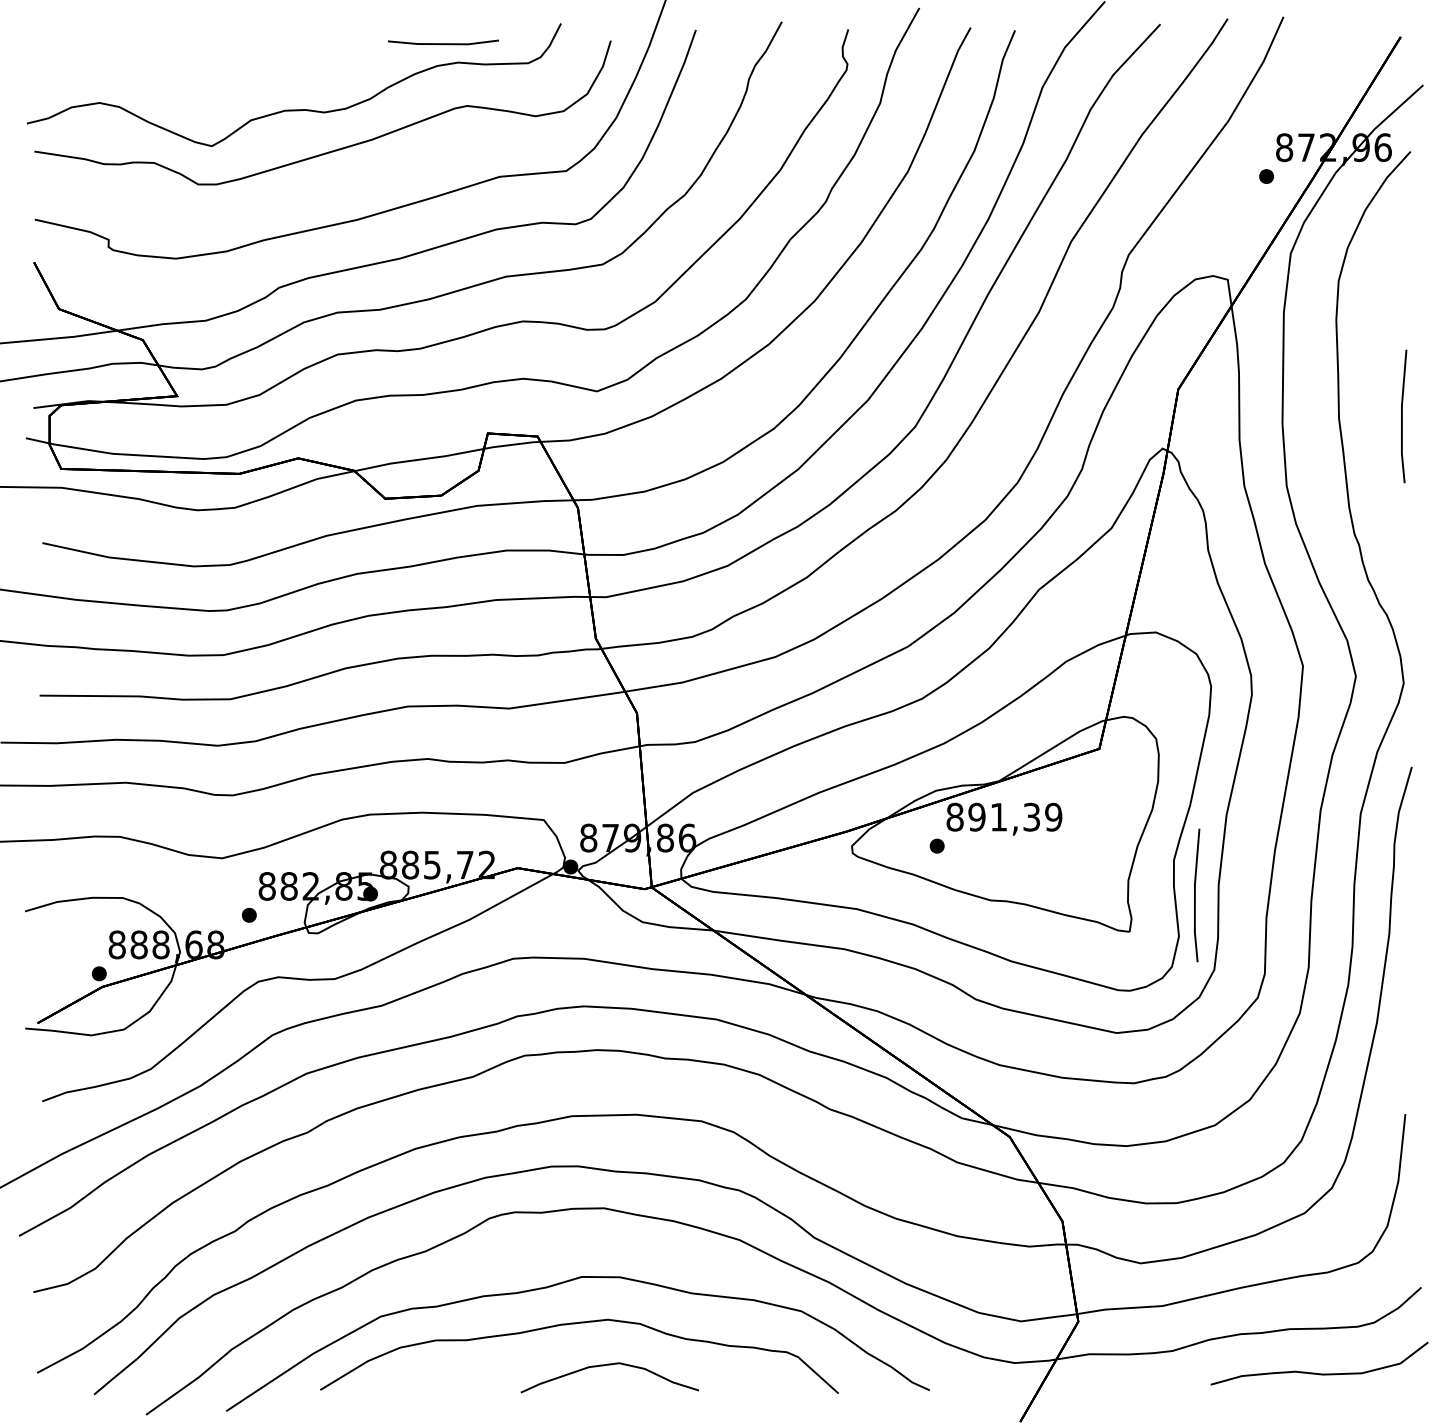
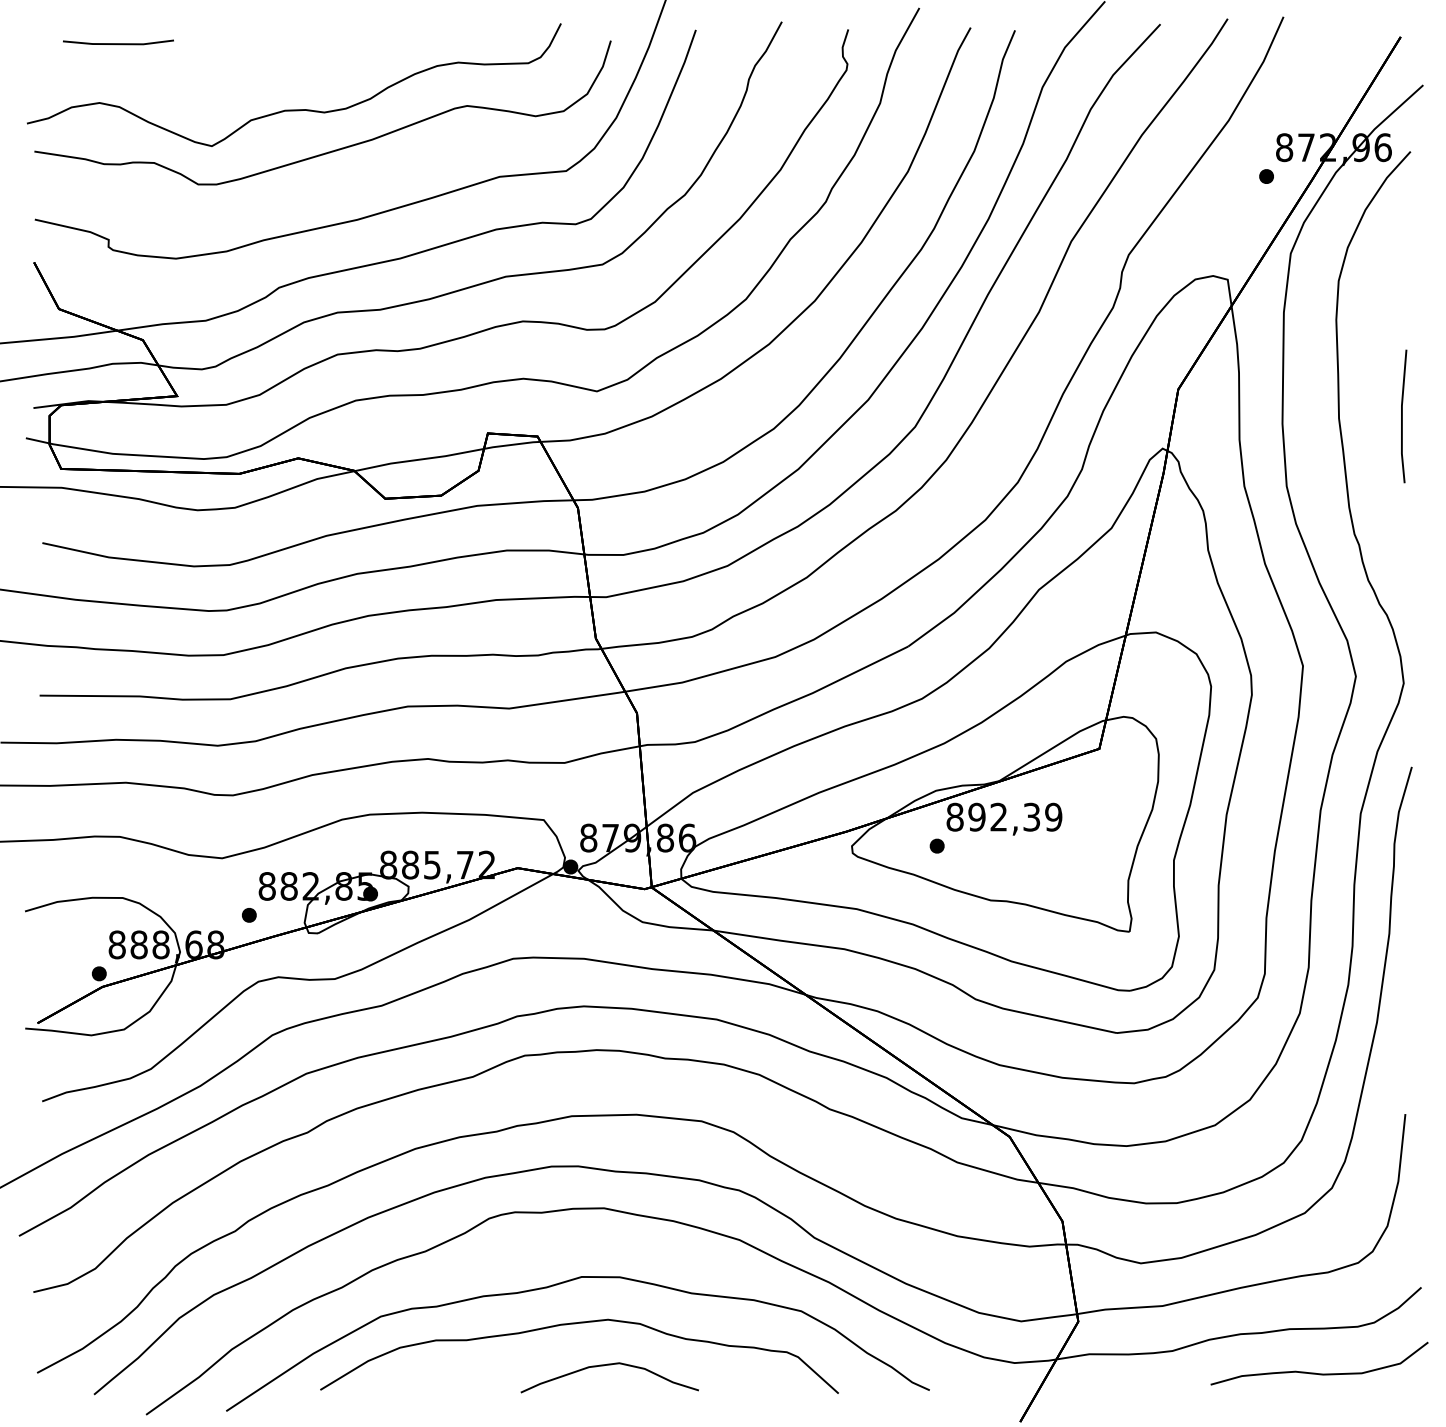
part at (443, 42) position: (443, 42) -> (118, 42)
text at (998, 816): 891,39 -> 892,39
line at (1195, 895): present -> none
